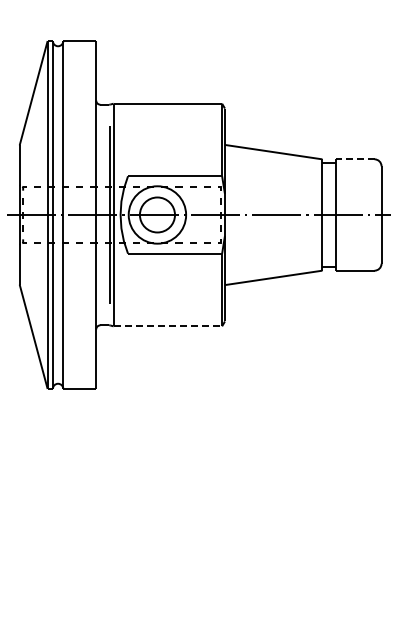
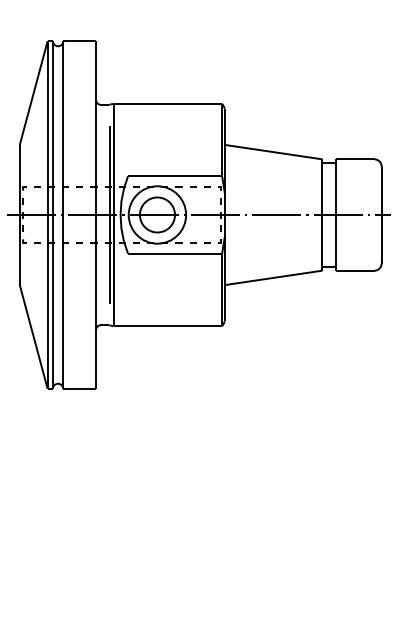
line at (354, 159): dashed -> solid
line at (168, 326): dashed -> solid
